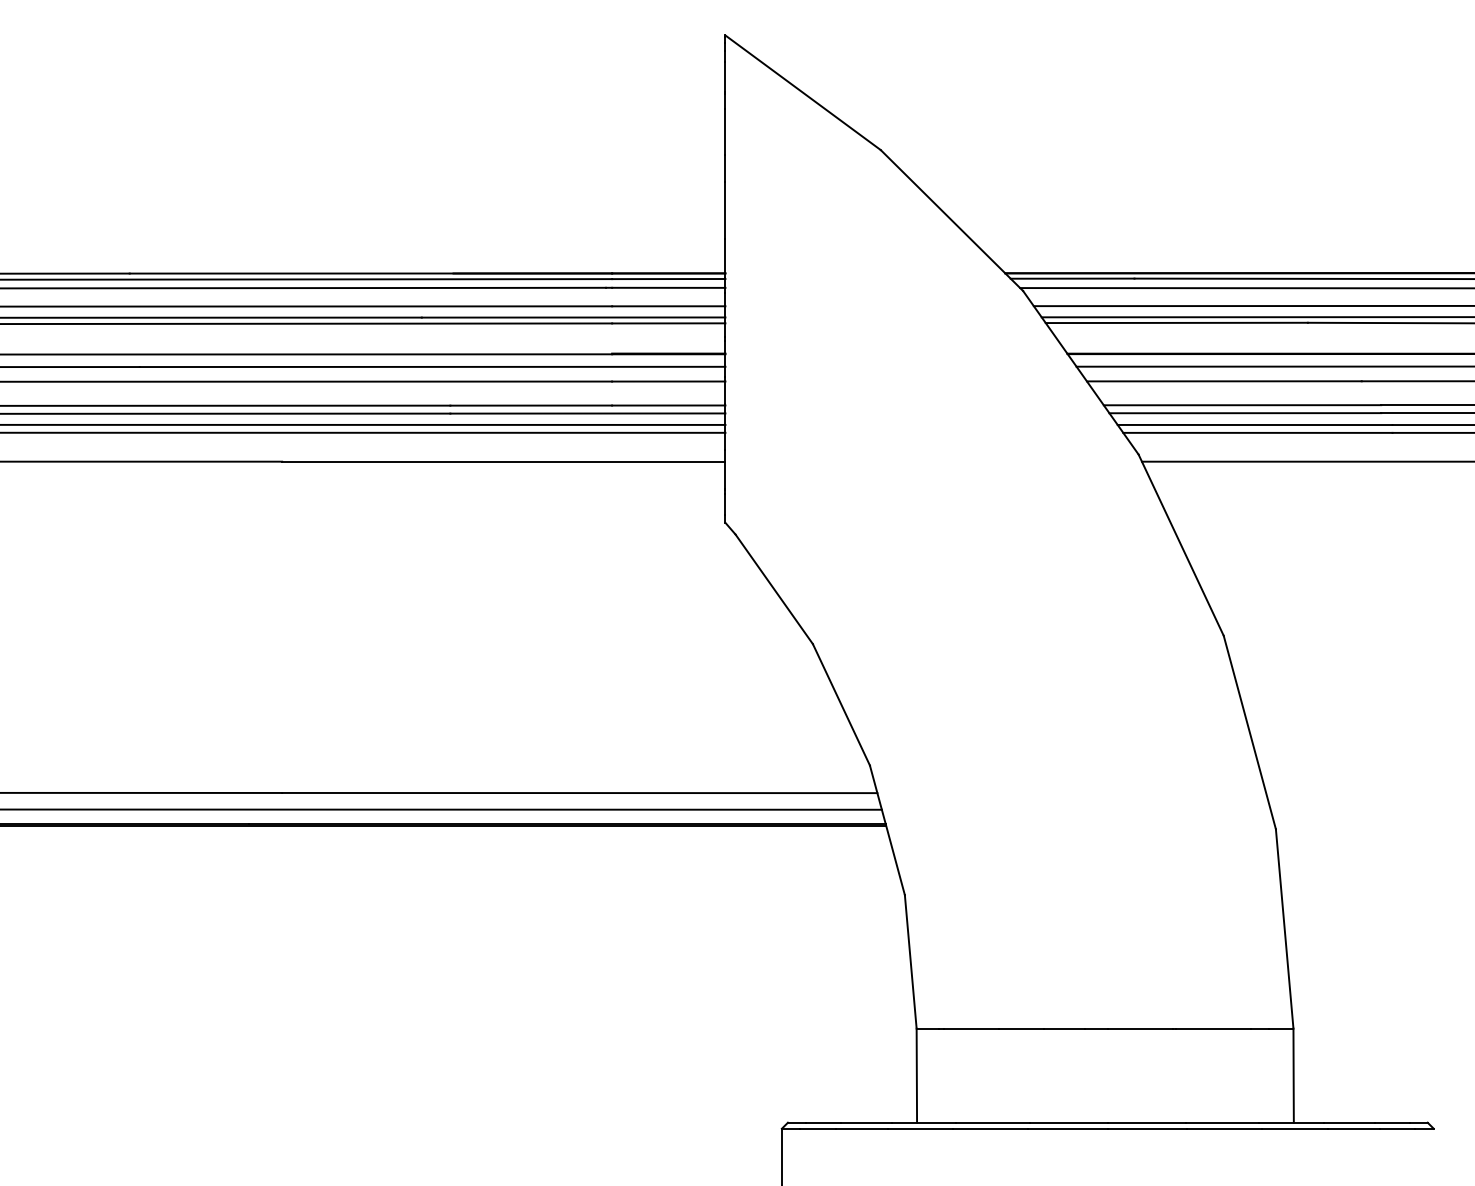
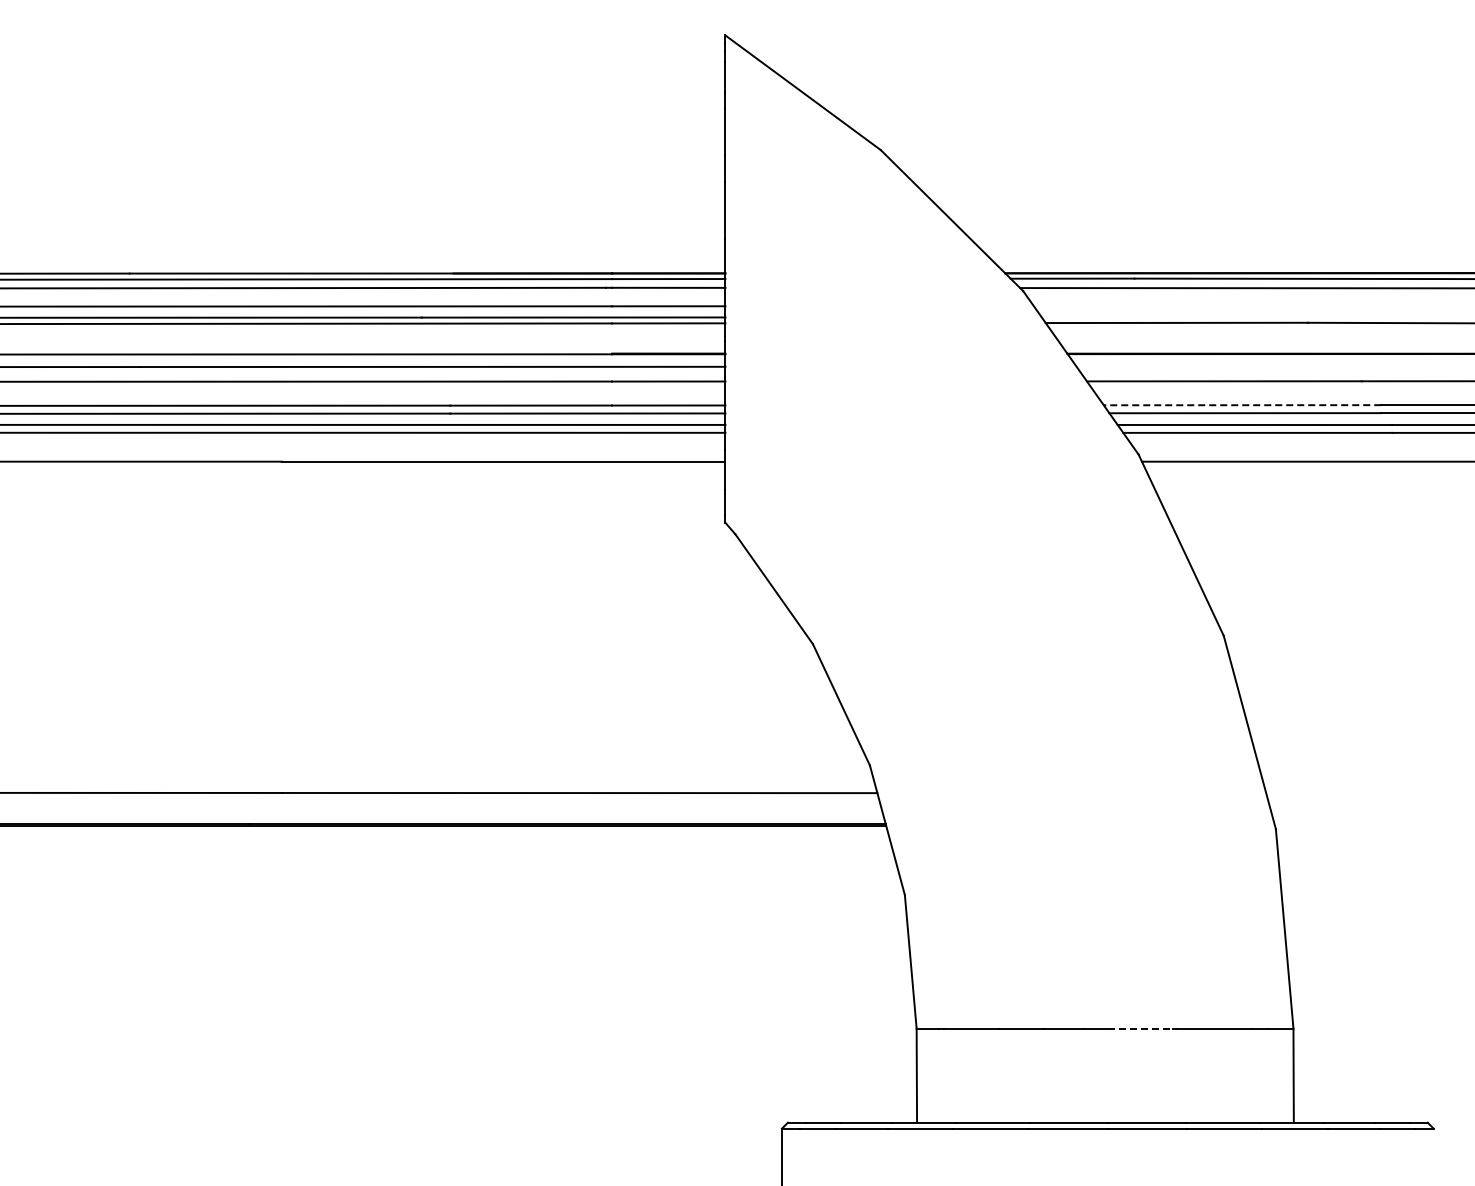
line at (1252, 305): present -> none
line at (1256, 317): present -> none
line at (1273, 366): present -> none
line at (1242, 405): solid -> dashed
line at (441, 809): present -> none
line at (1140, 1028): solid -> dashed
